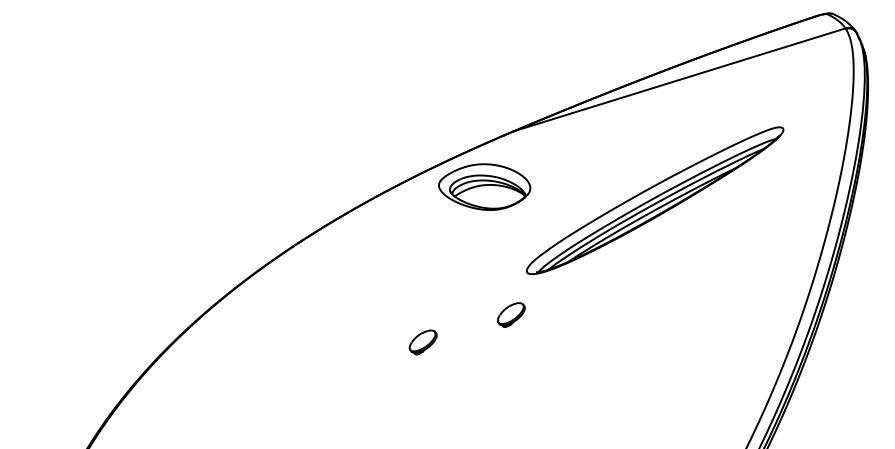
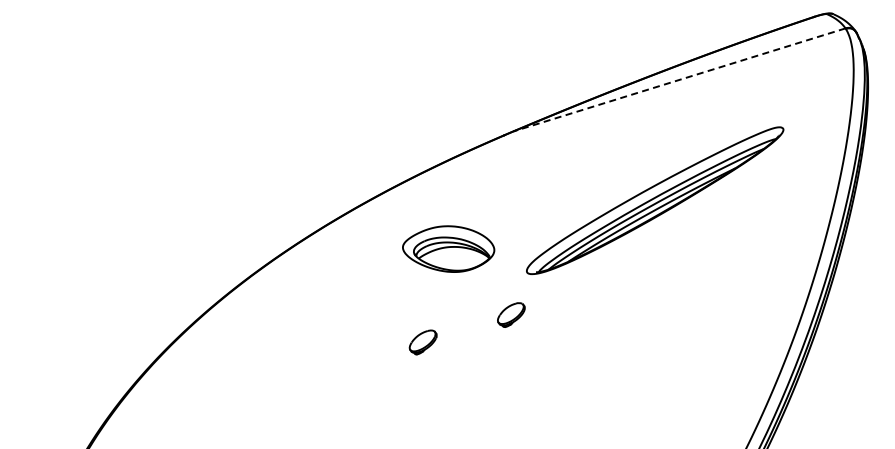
line at (679, 79): solid -> dashed
part at (484, 186) position: (484, 186) -> (448, 248)
